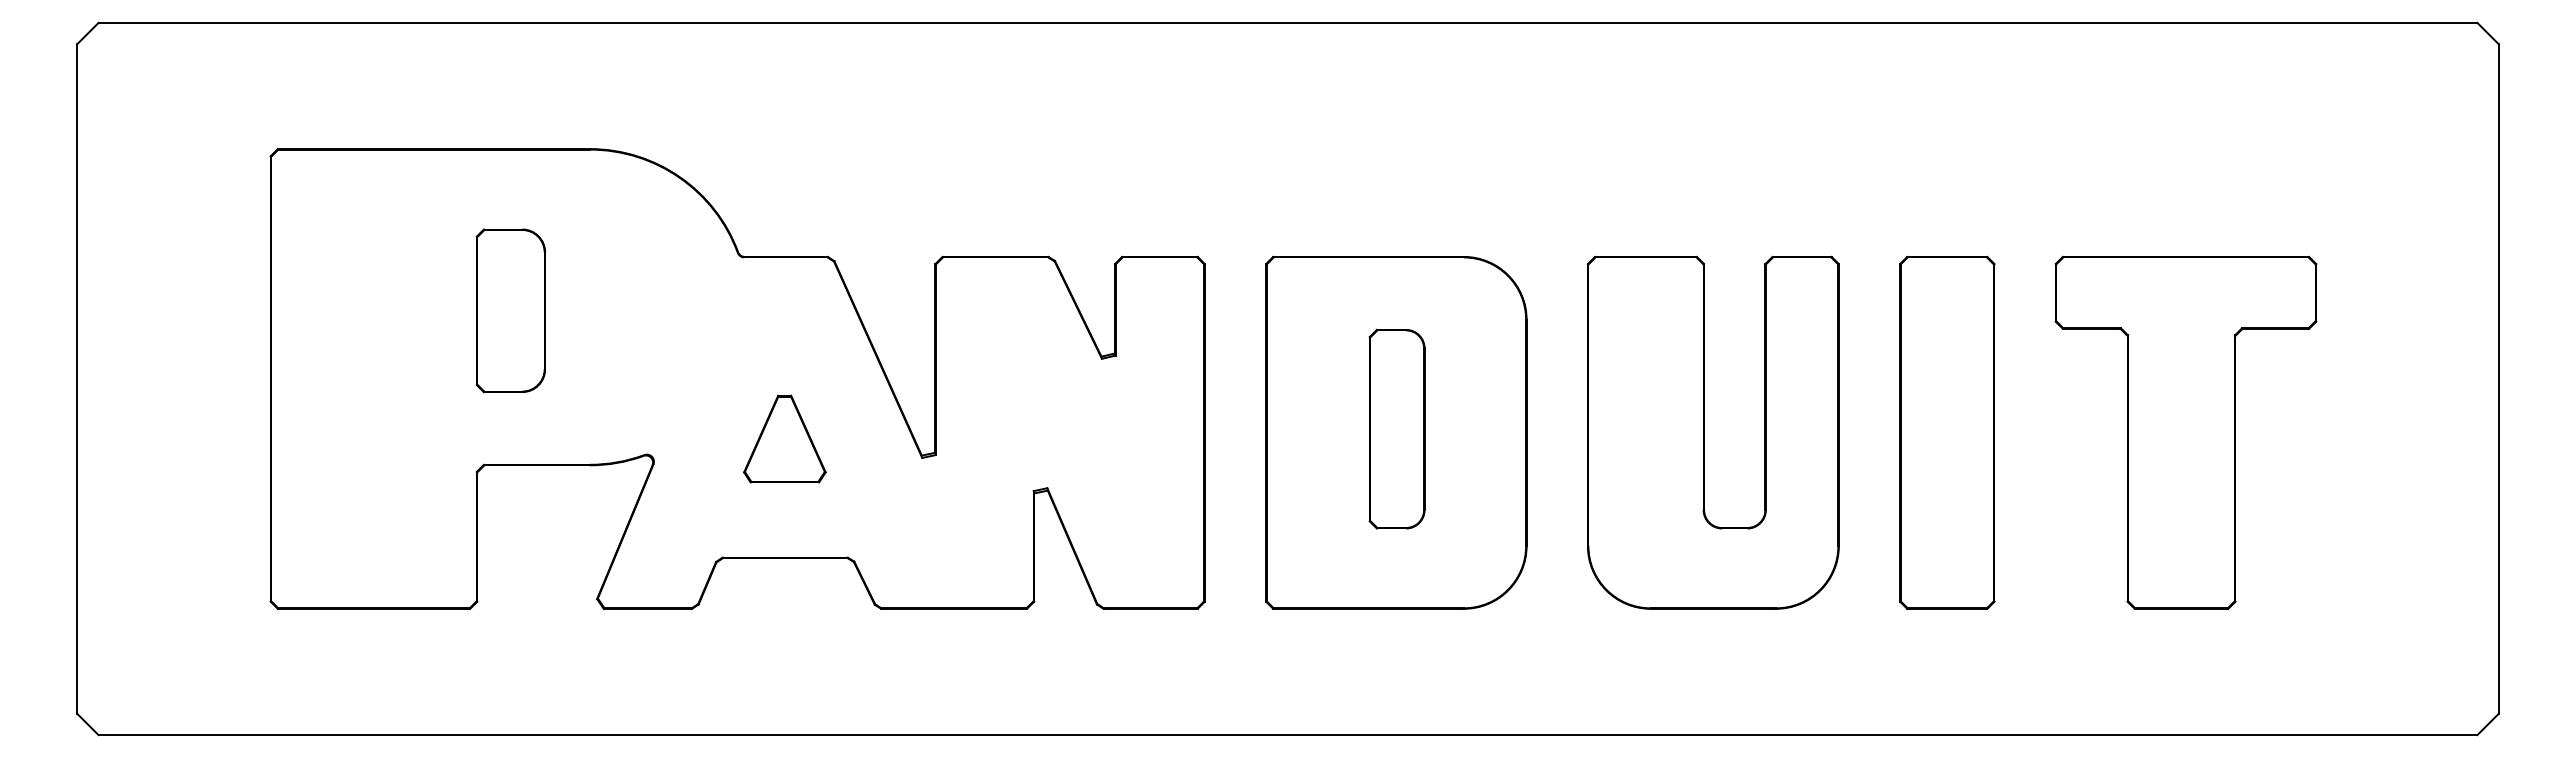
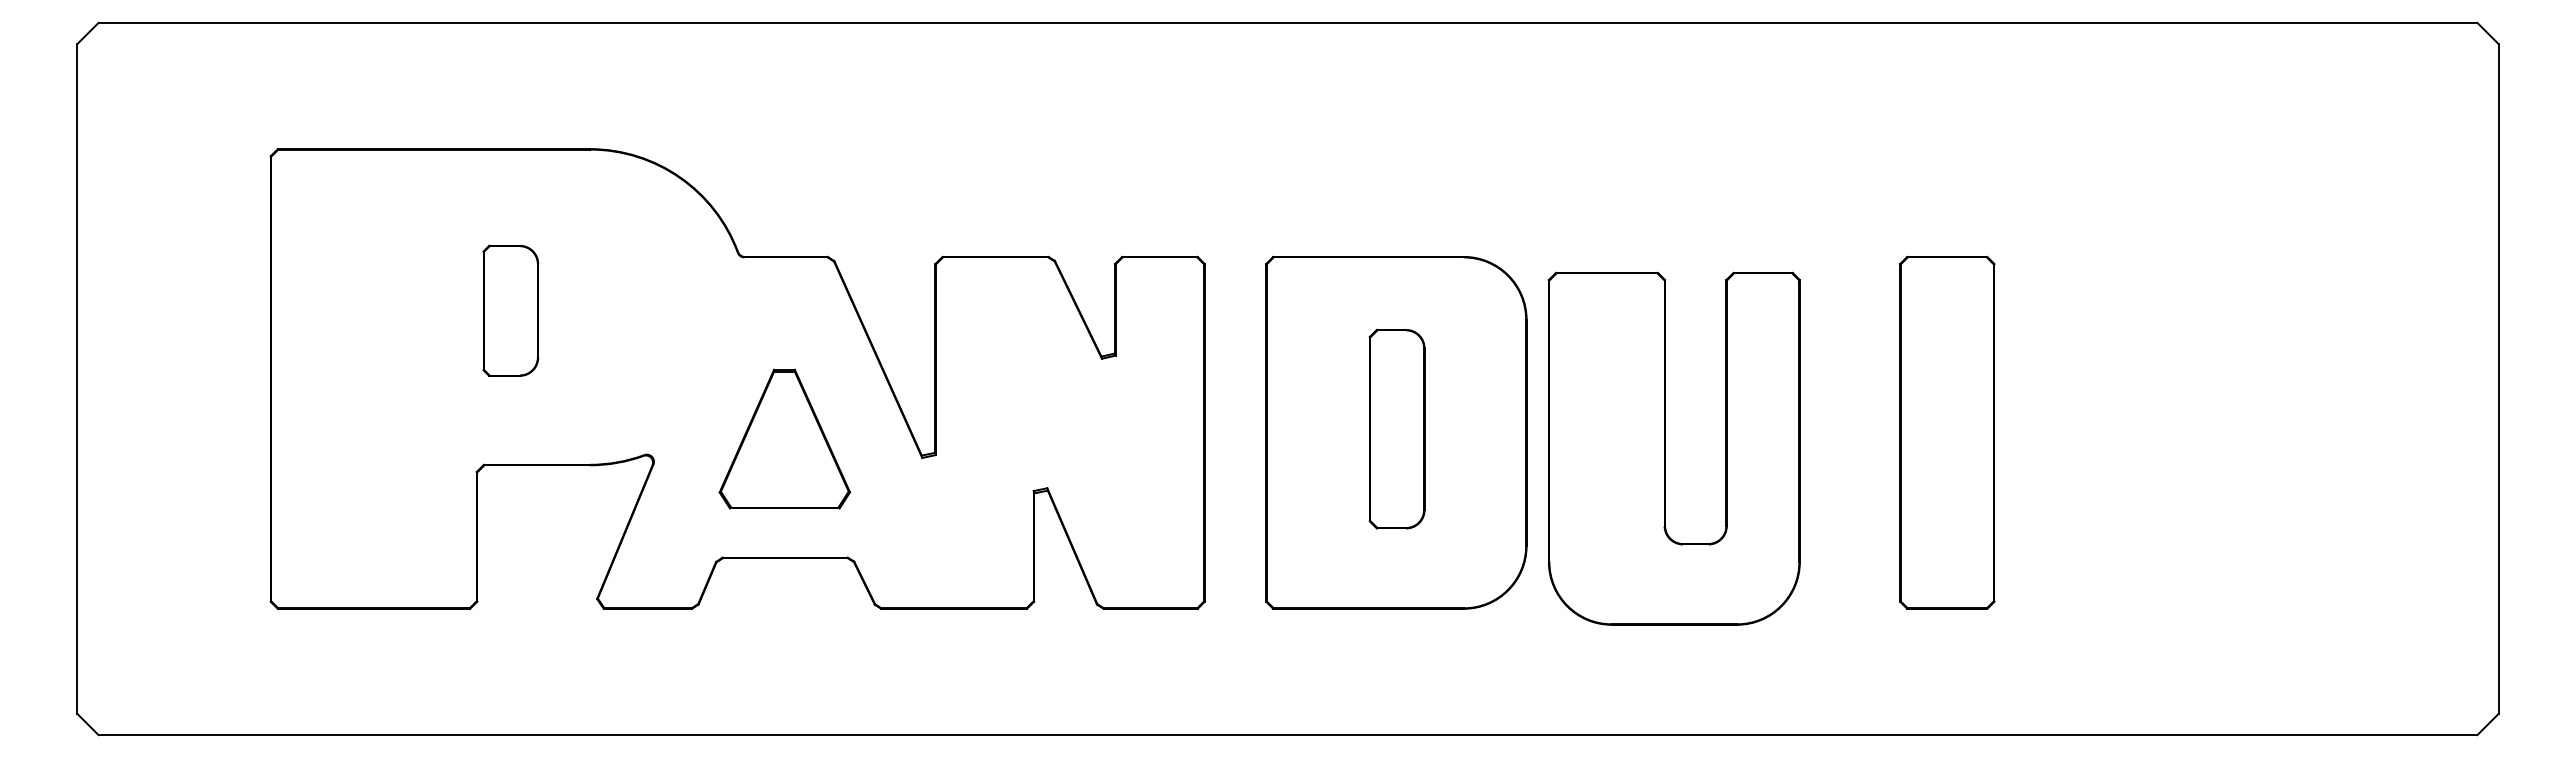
part at (510, 310) size: 71x166 px -> 58x133 px
part at (1704, 432) position: (1704, 432) -> (1665, 448)
part at (2185, 432): present -> none
part at (784, 438) size: 84x90 px -> 134x142 px
